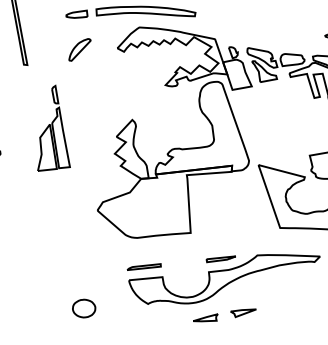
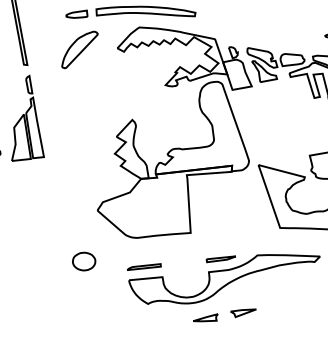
part at (79, 49) size: 24x24 px -> 38x40 px
part at (53, 127) position: (53, 127) -> (27, 117)
part at (84, 308) position: (84, 308) -> (84, 261)
